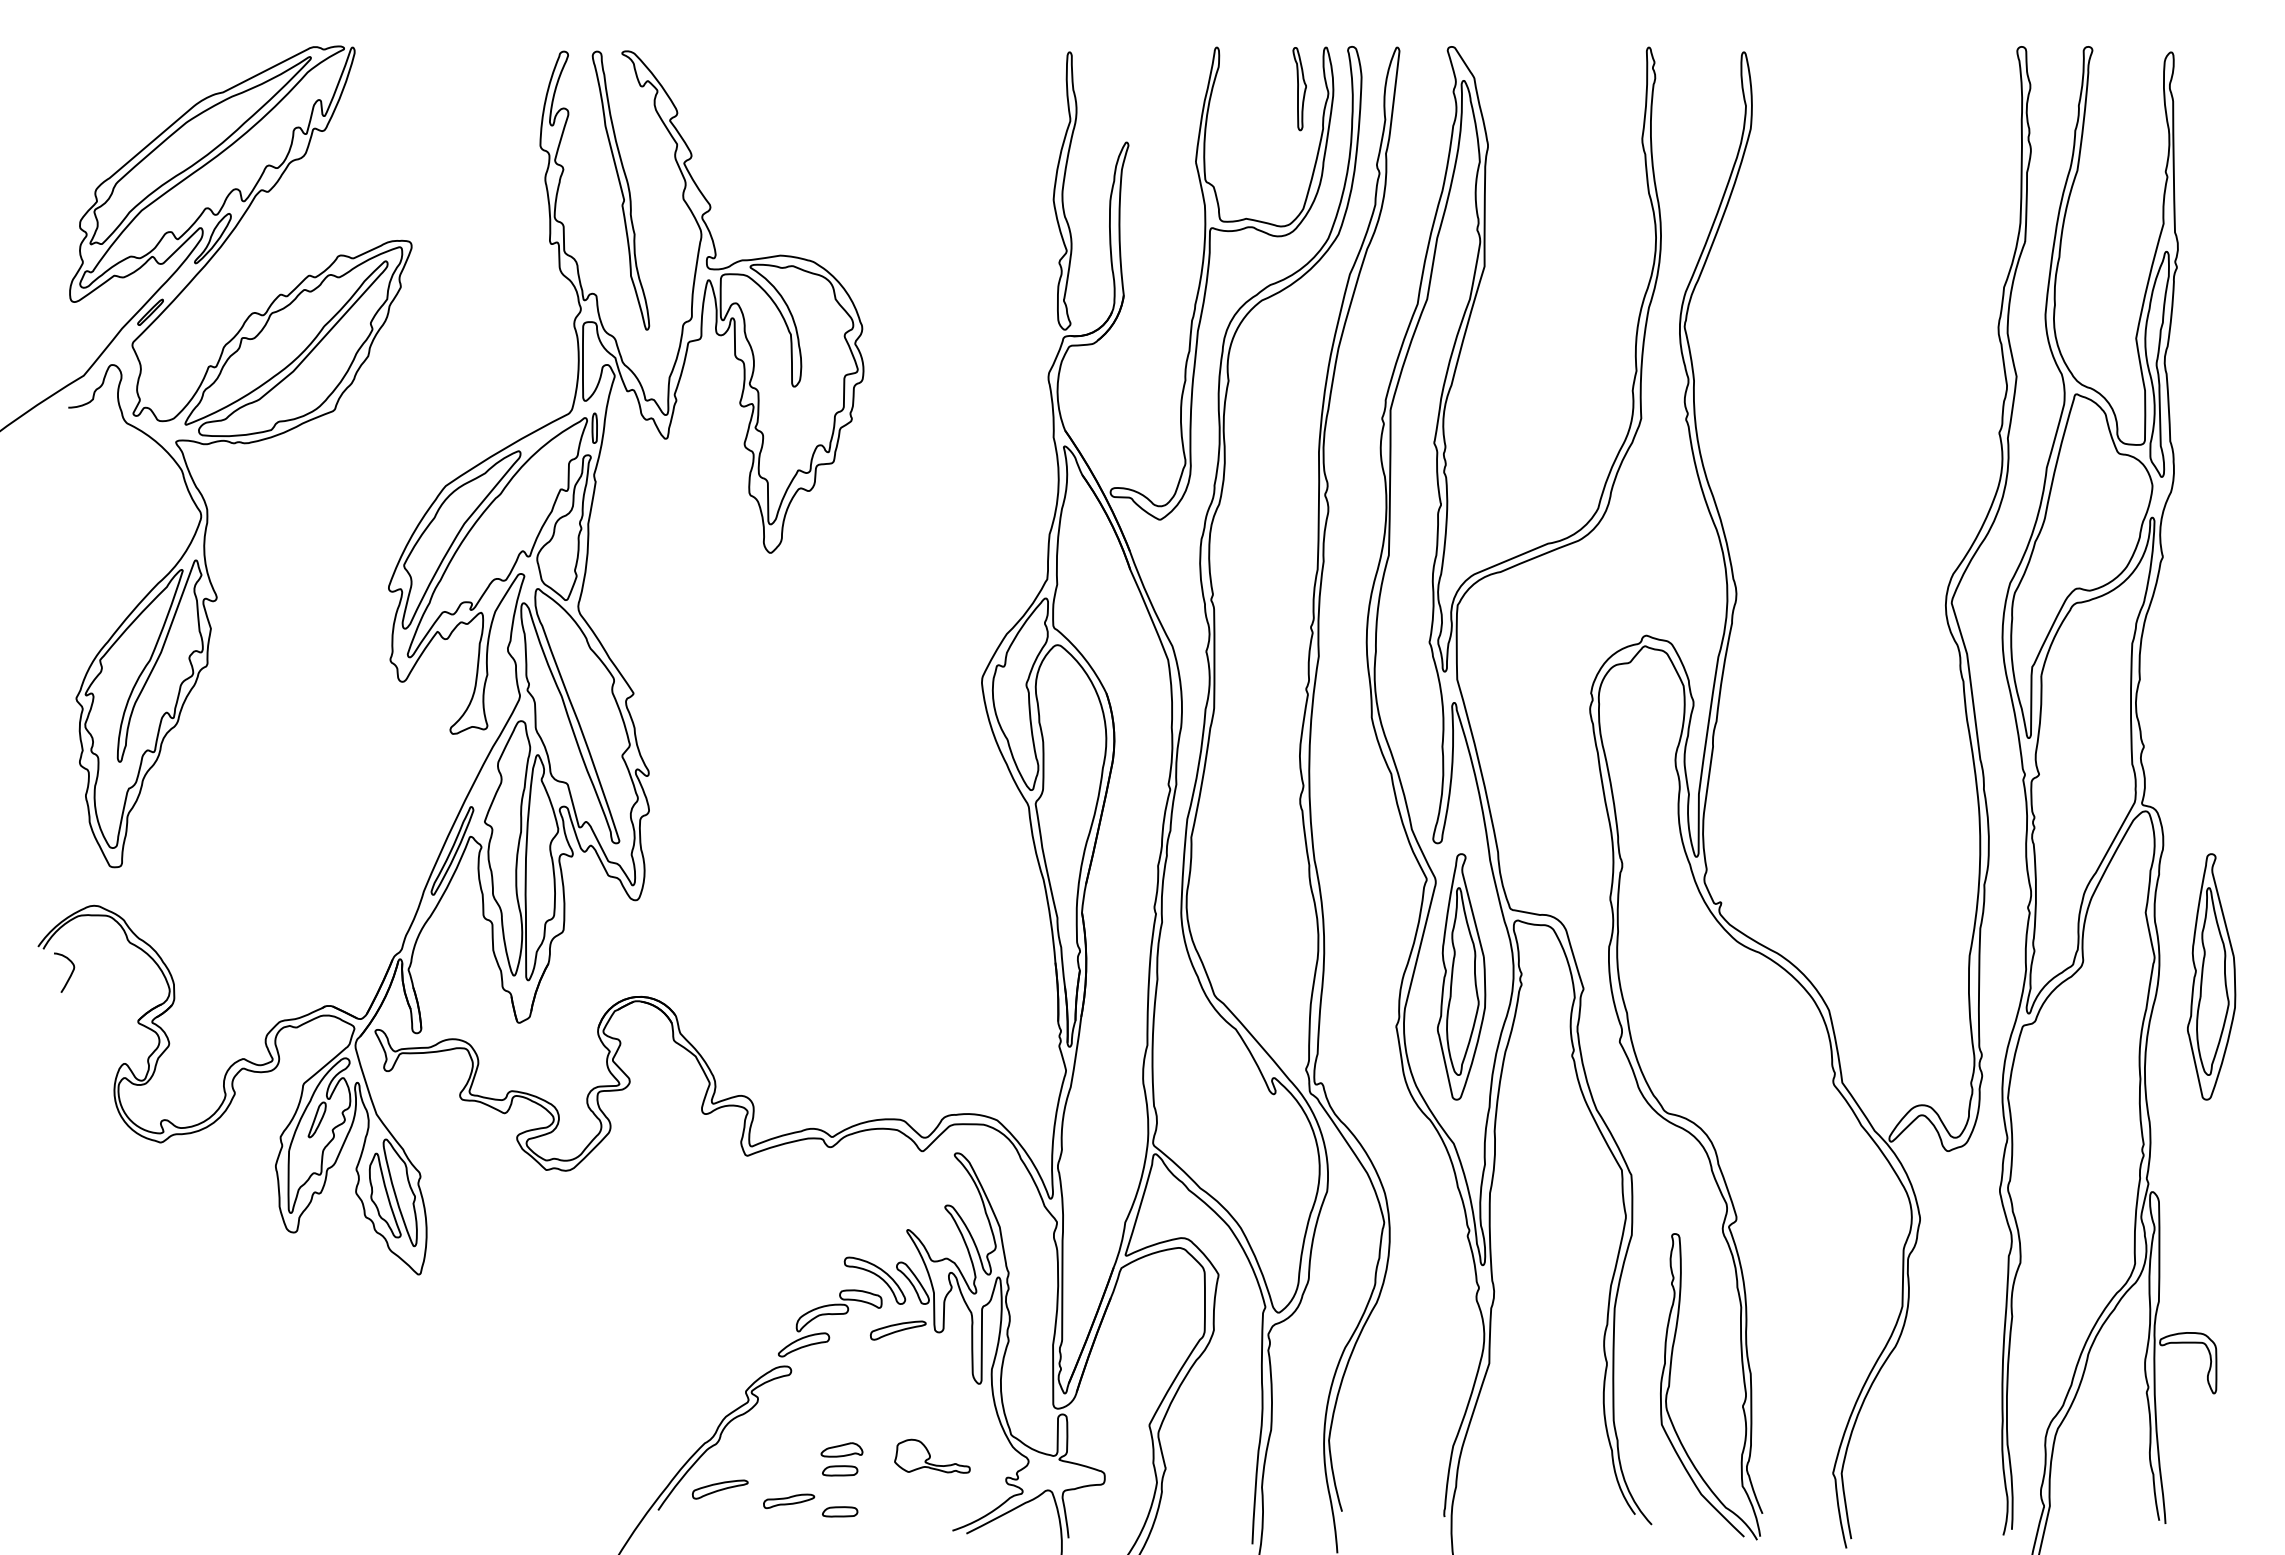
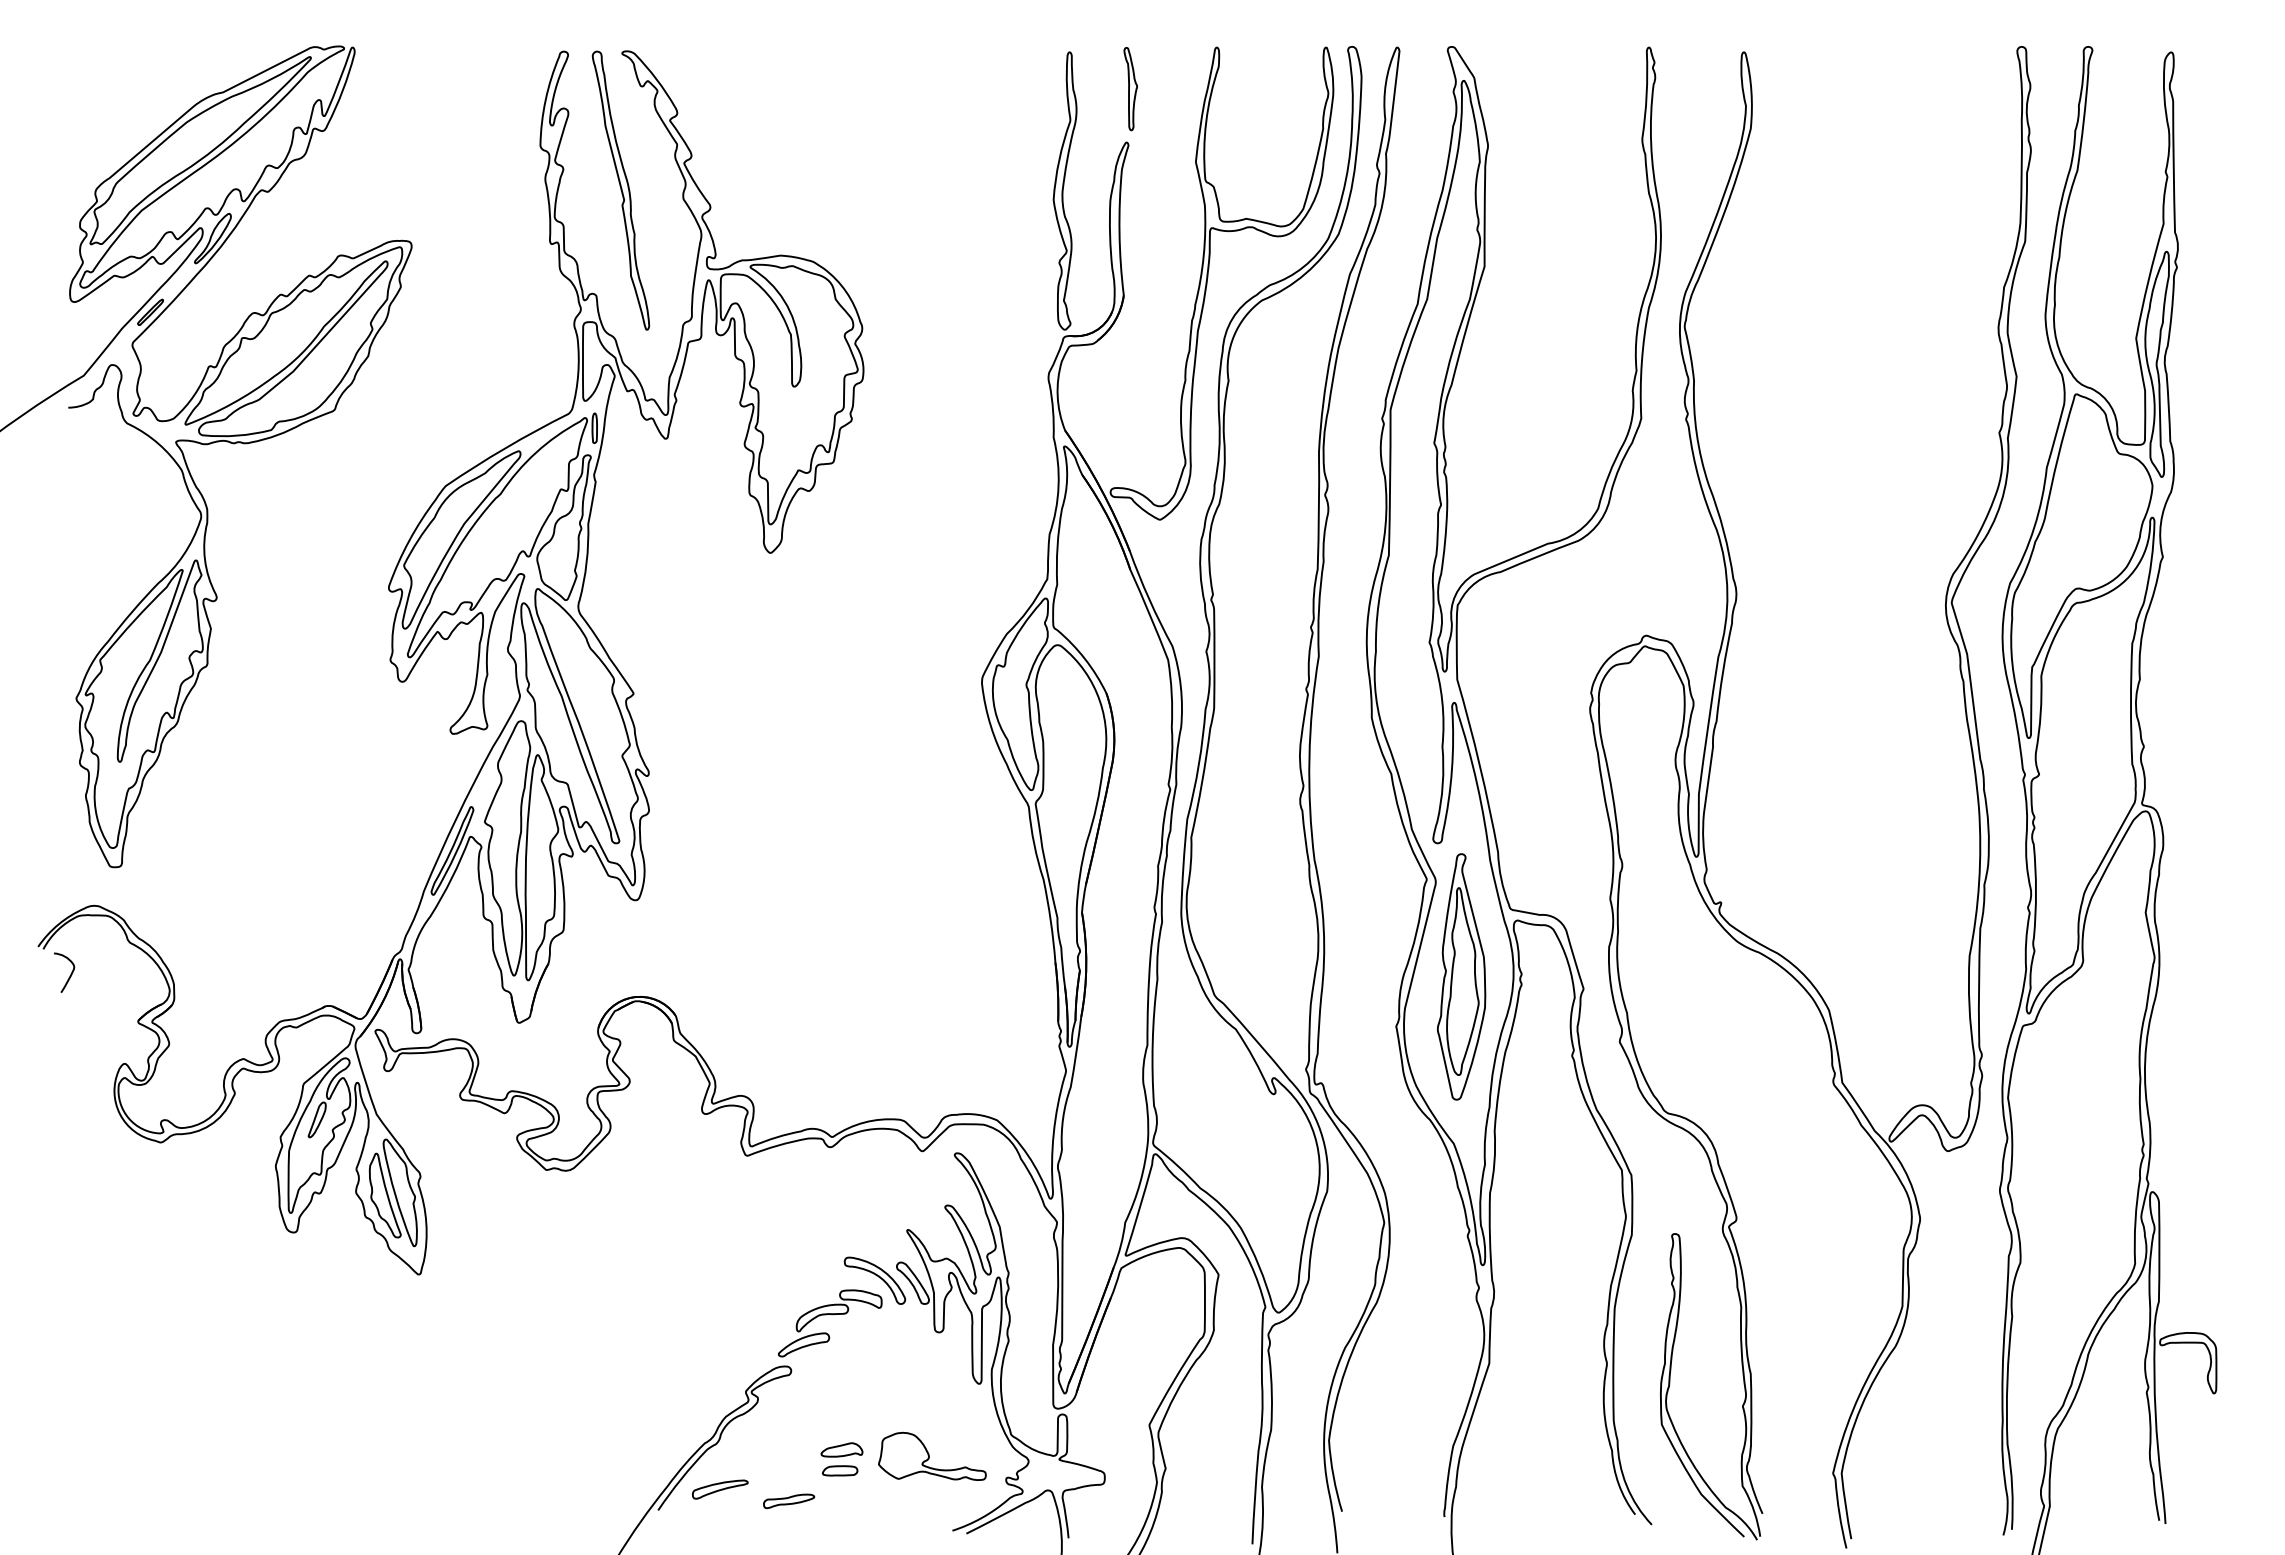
part at (1299, 89) position: (1299, 89) -> (1130, 89)
part at (2211, 976): present -> none
part at (897, 1330): present -> none
part at (932, 1455) size: 77x36 px -> 109x50 px
part at (840, 1511): present -> none
